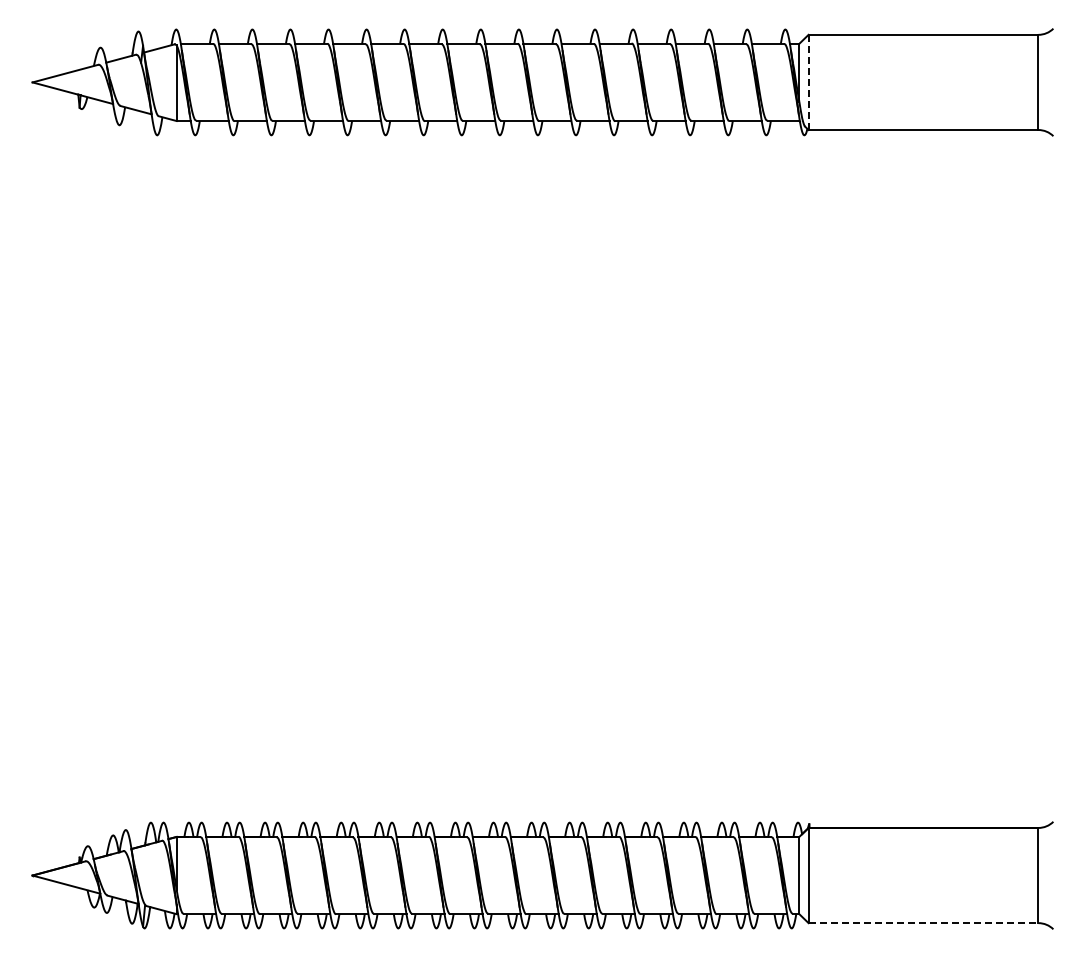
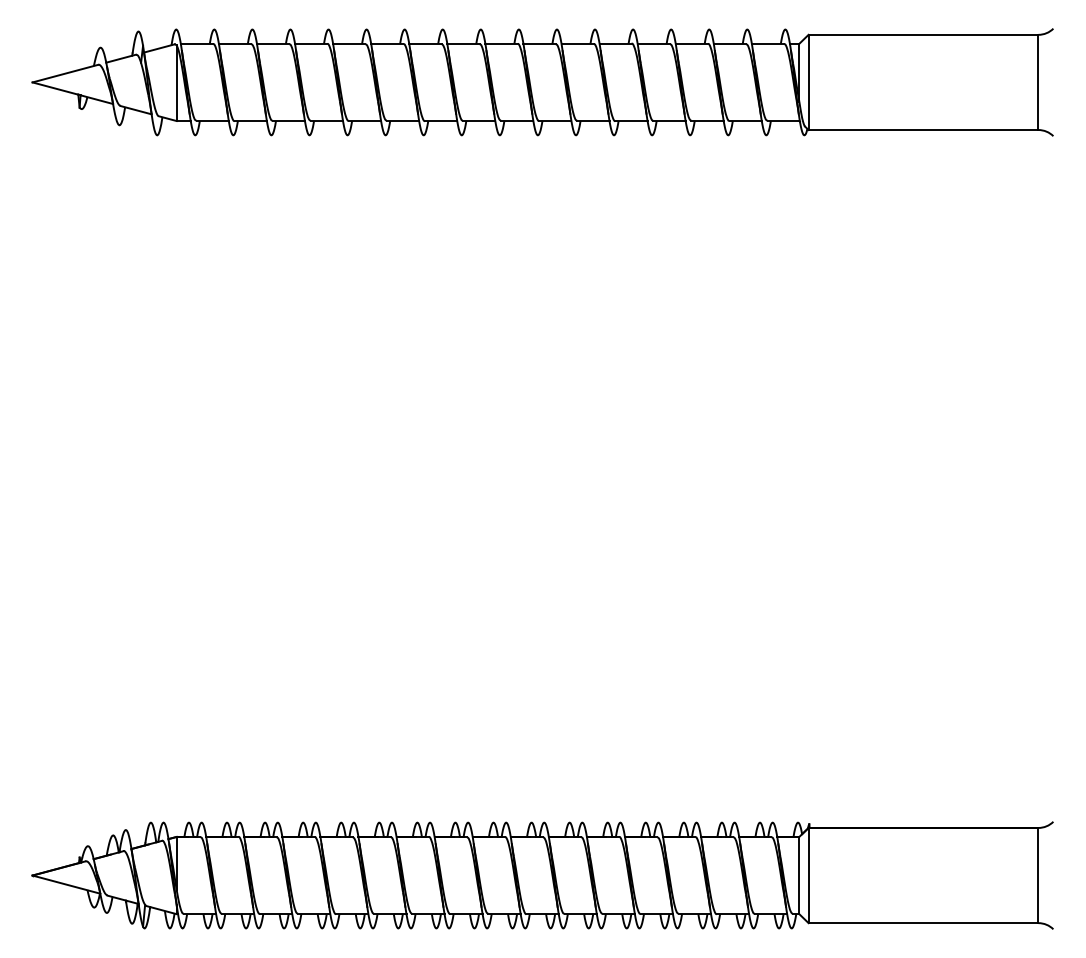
line at (808, 82): dashed -> solid
line at (923, 923): dashed -> solid
